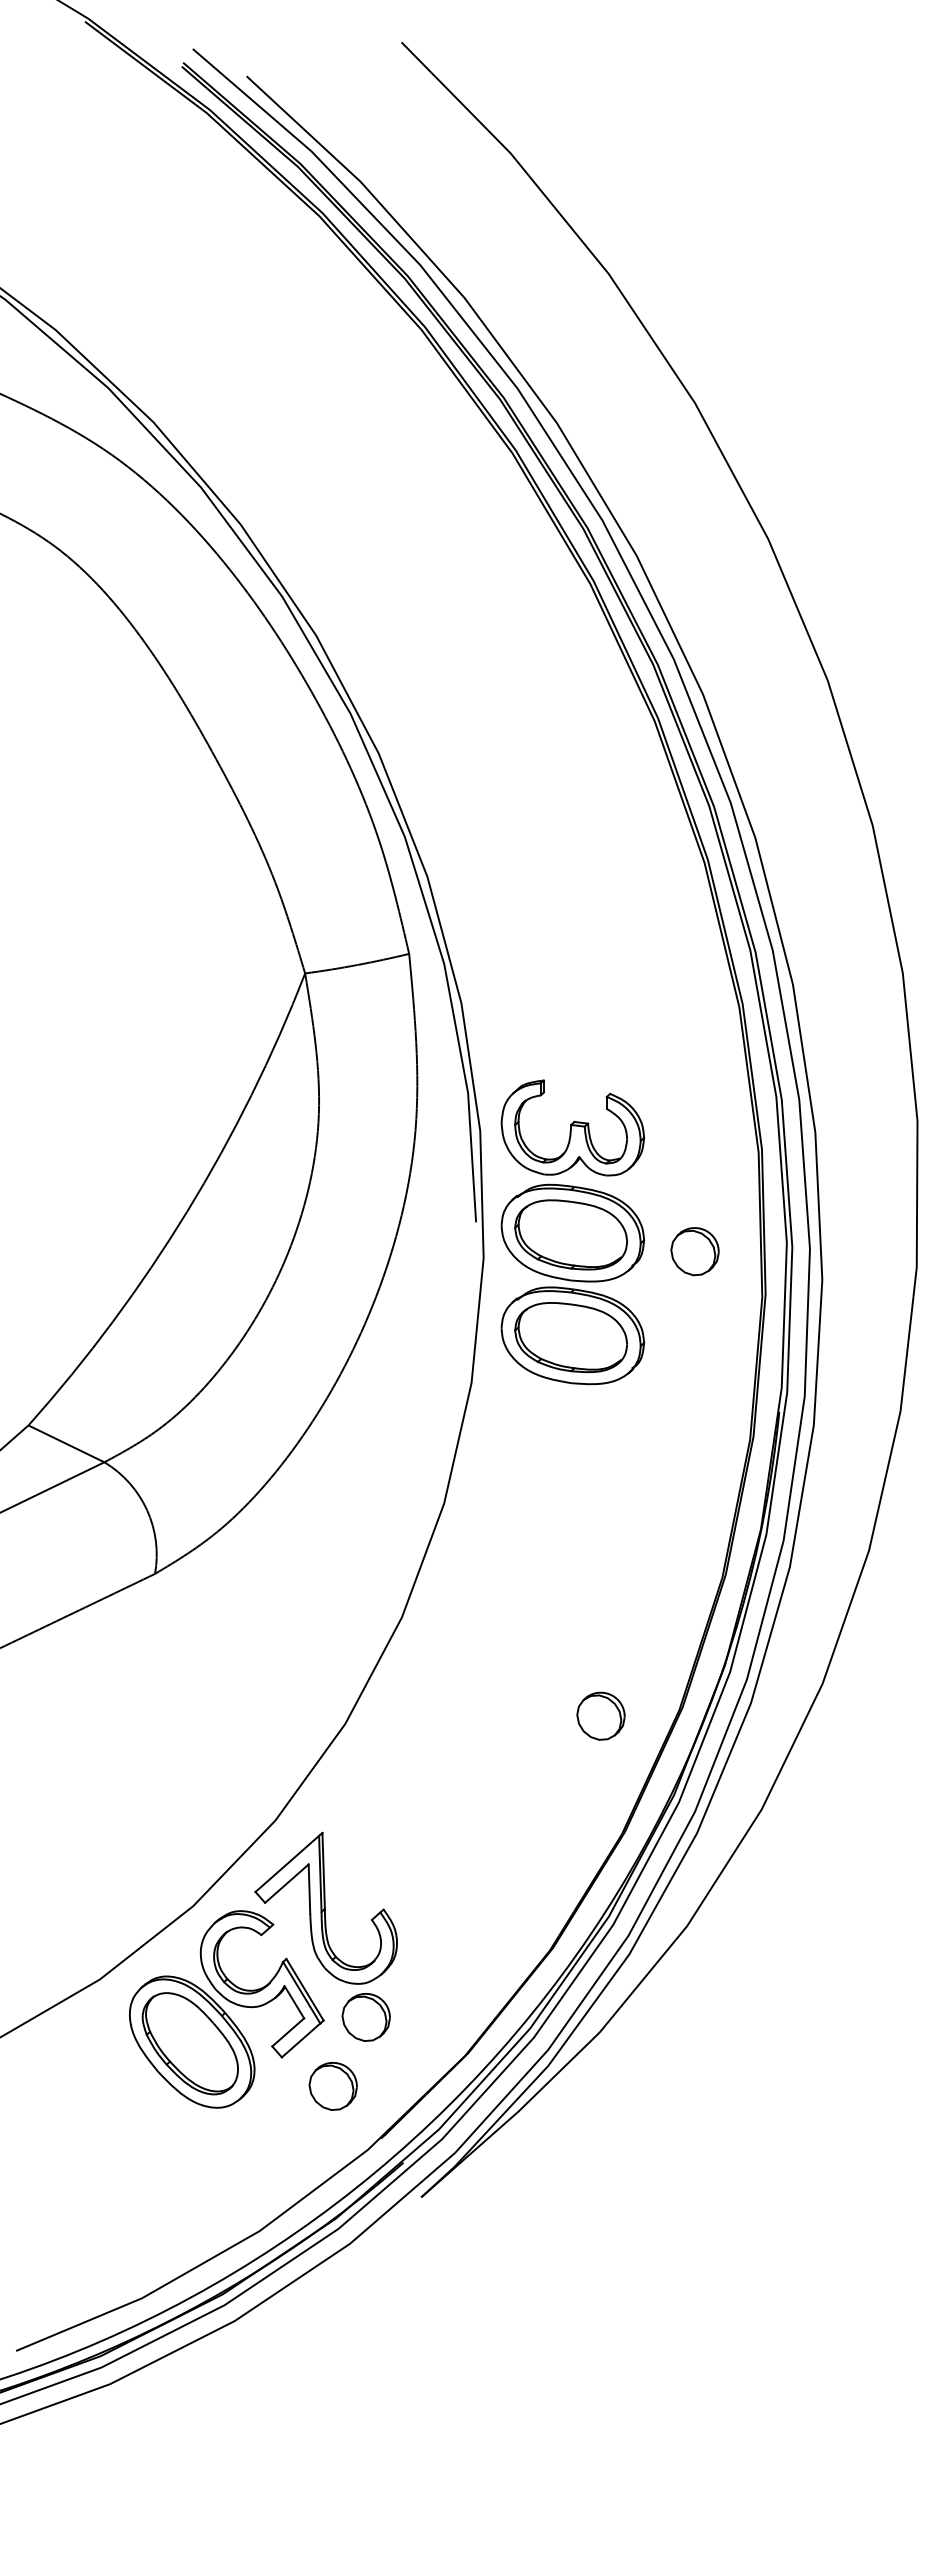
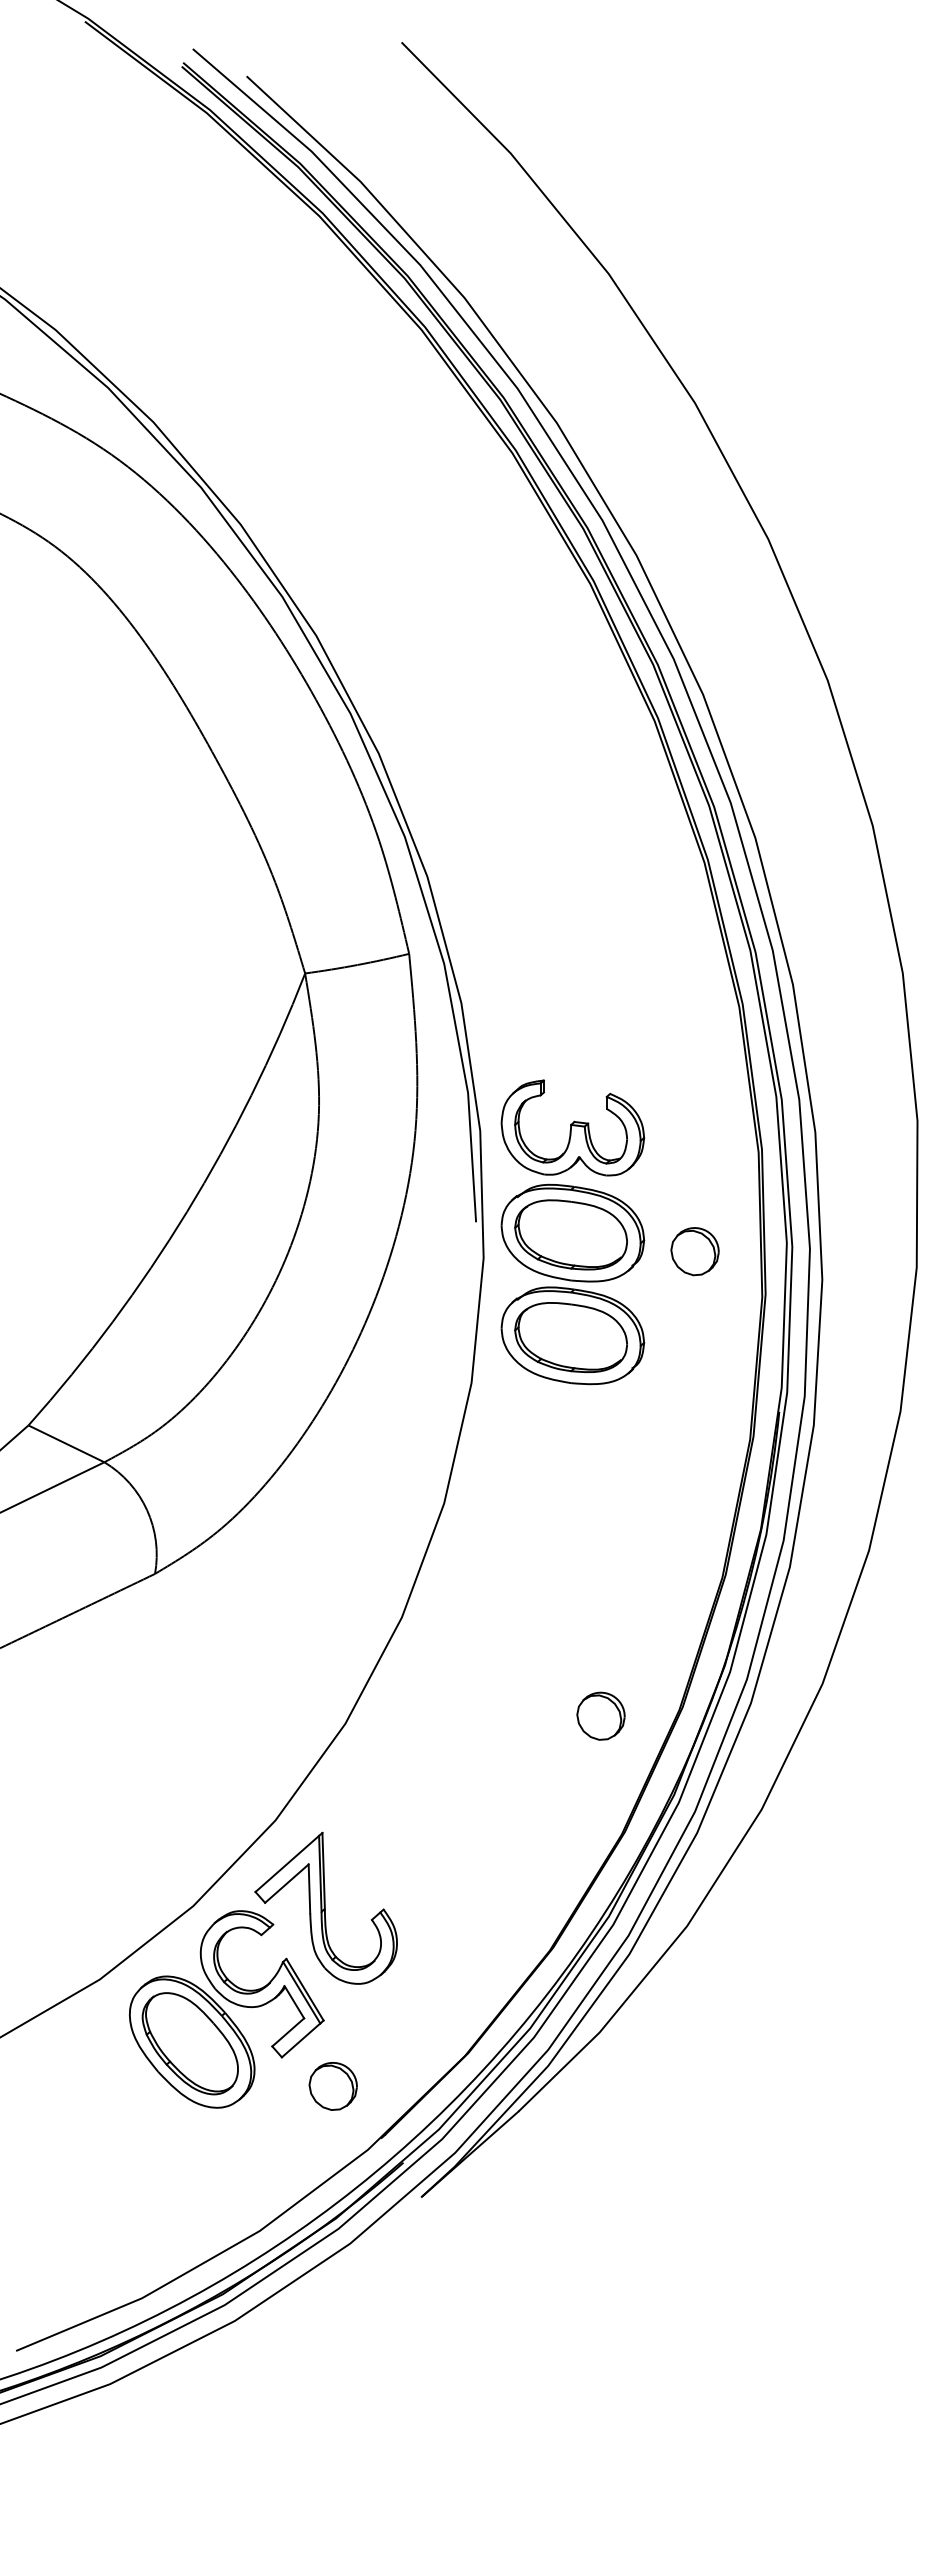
part at (365, 2017): present -> none
